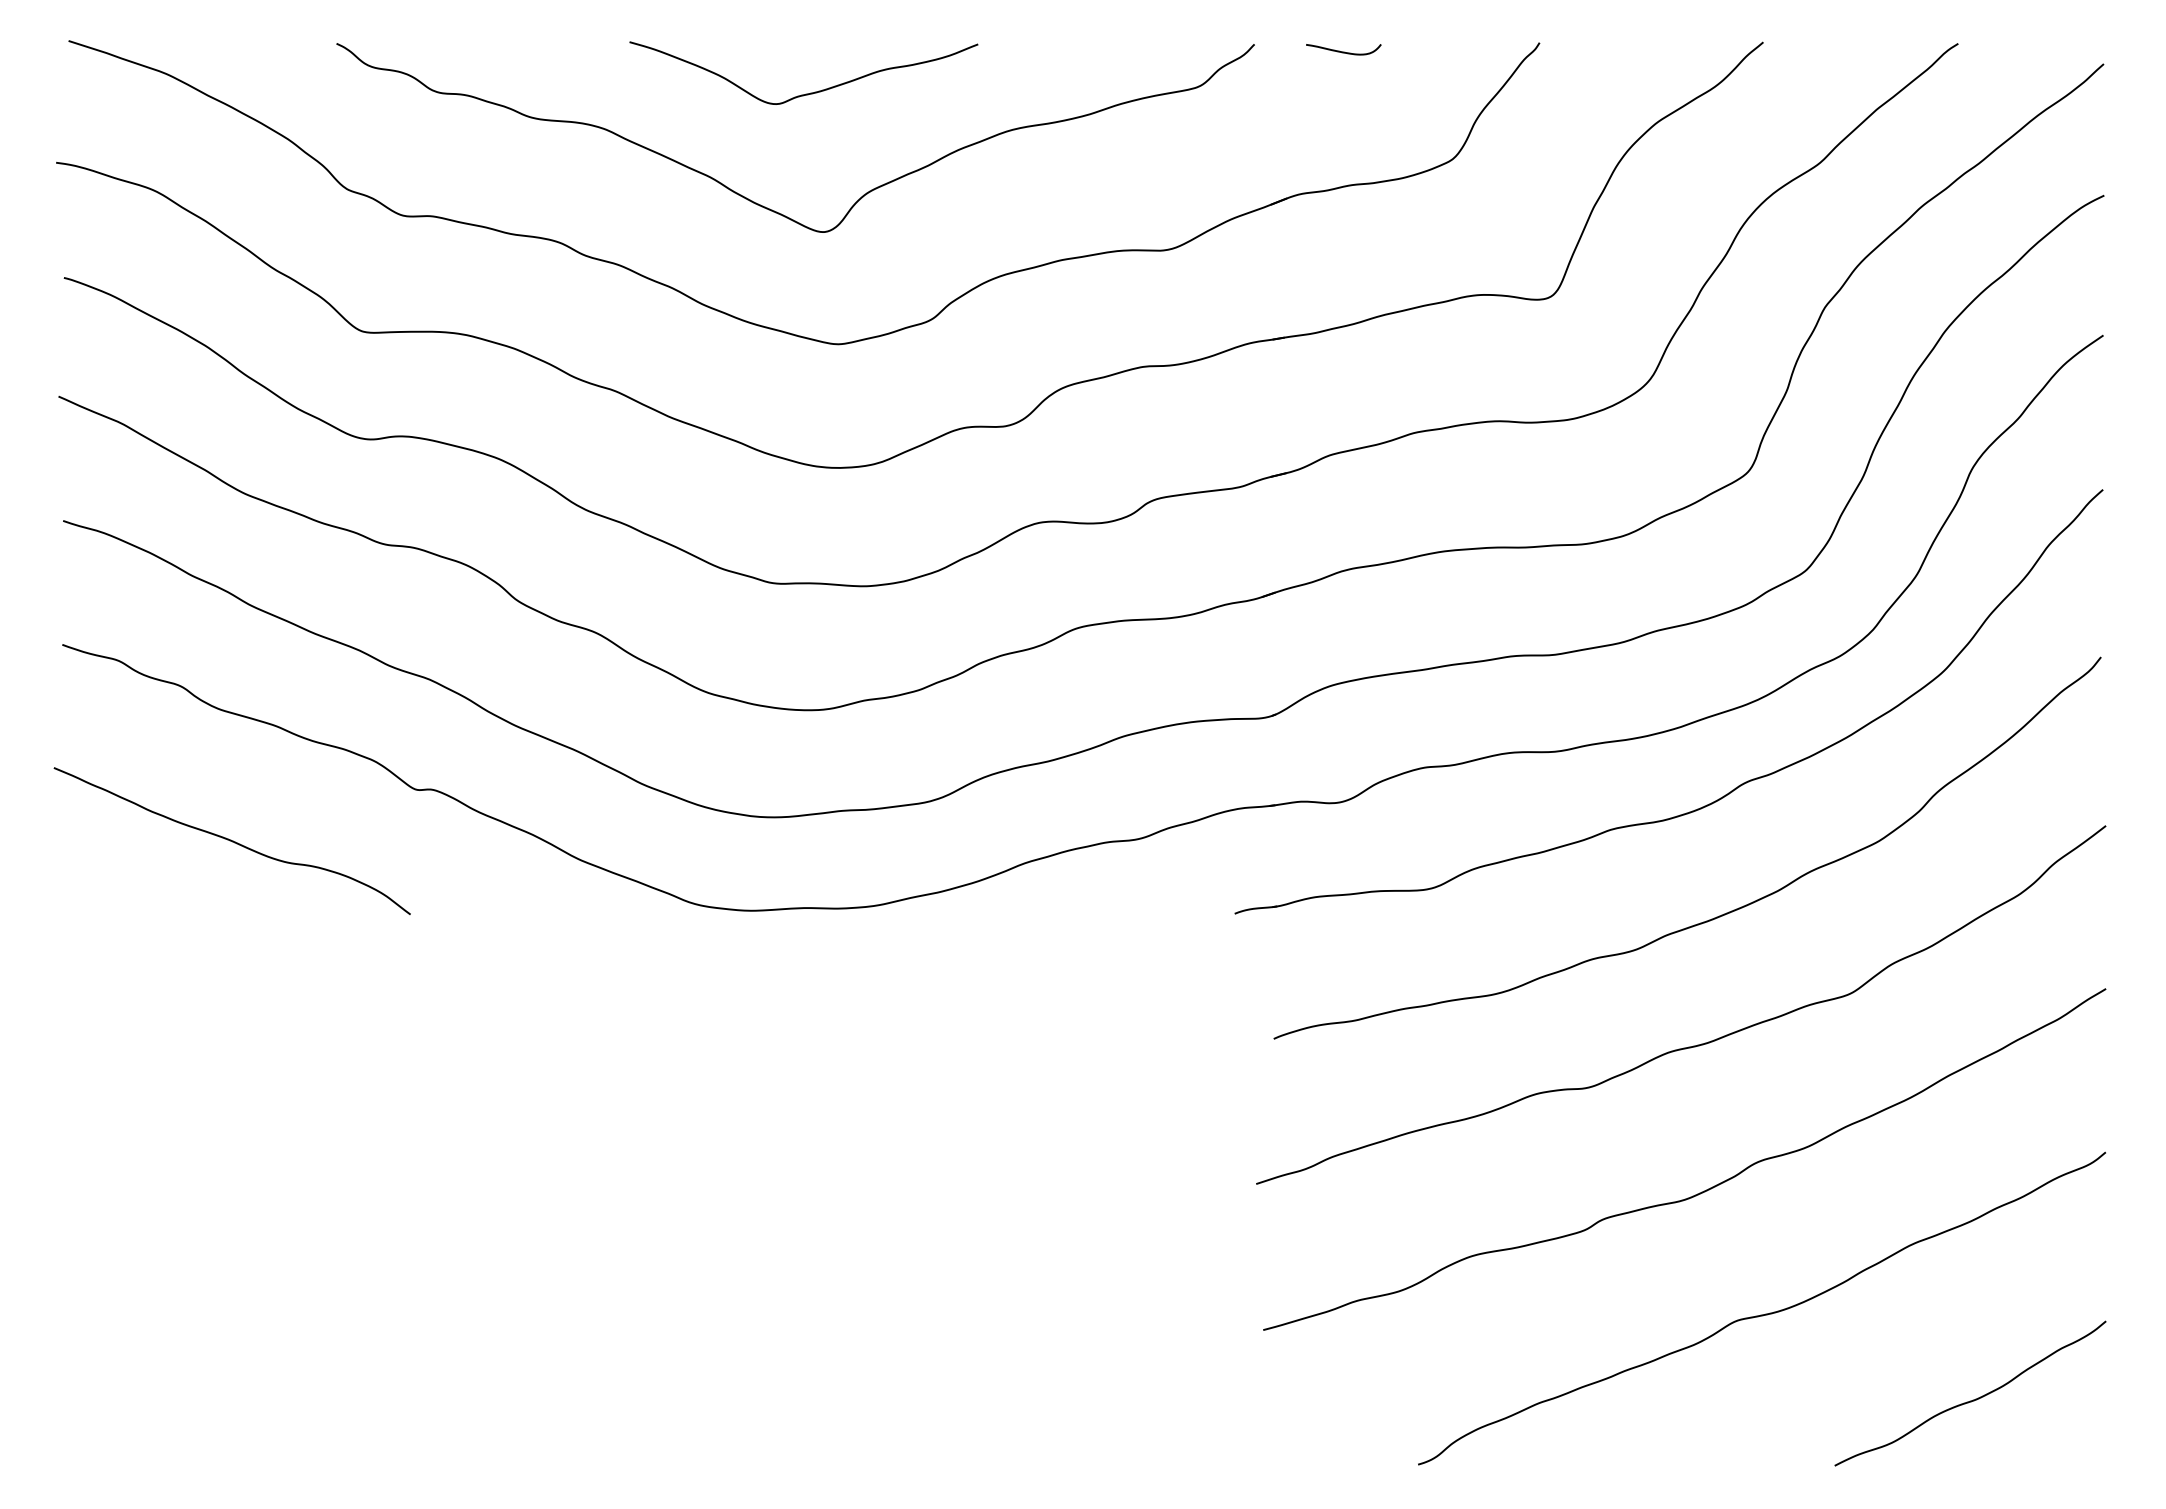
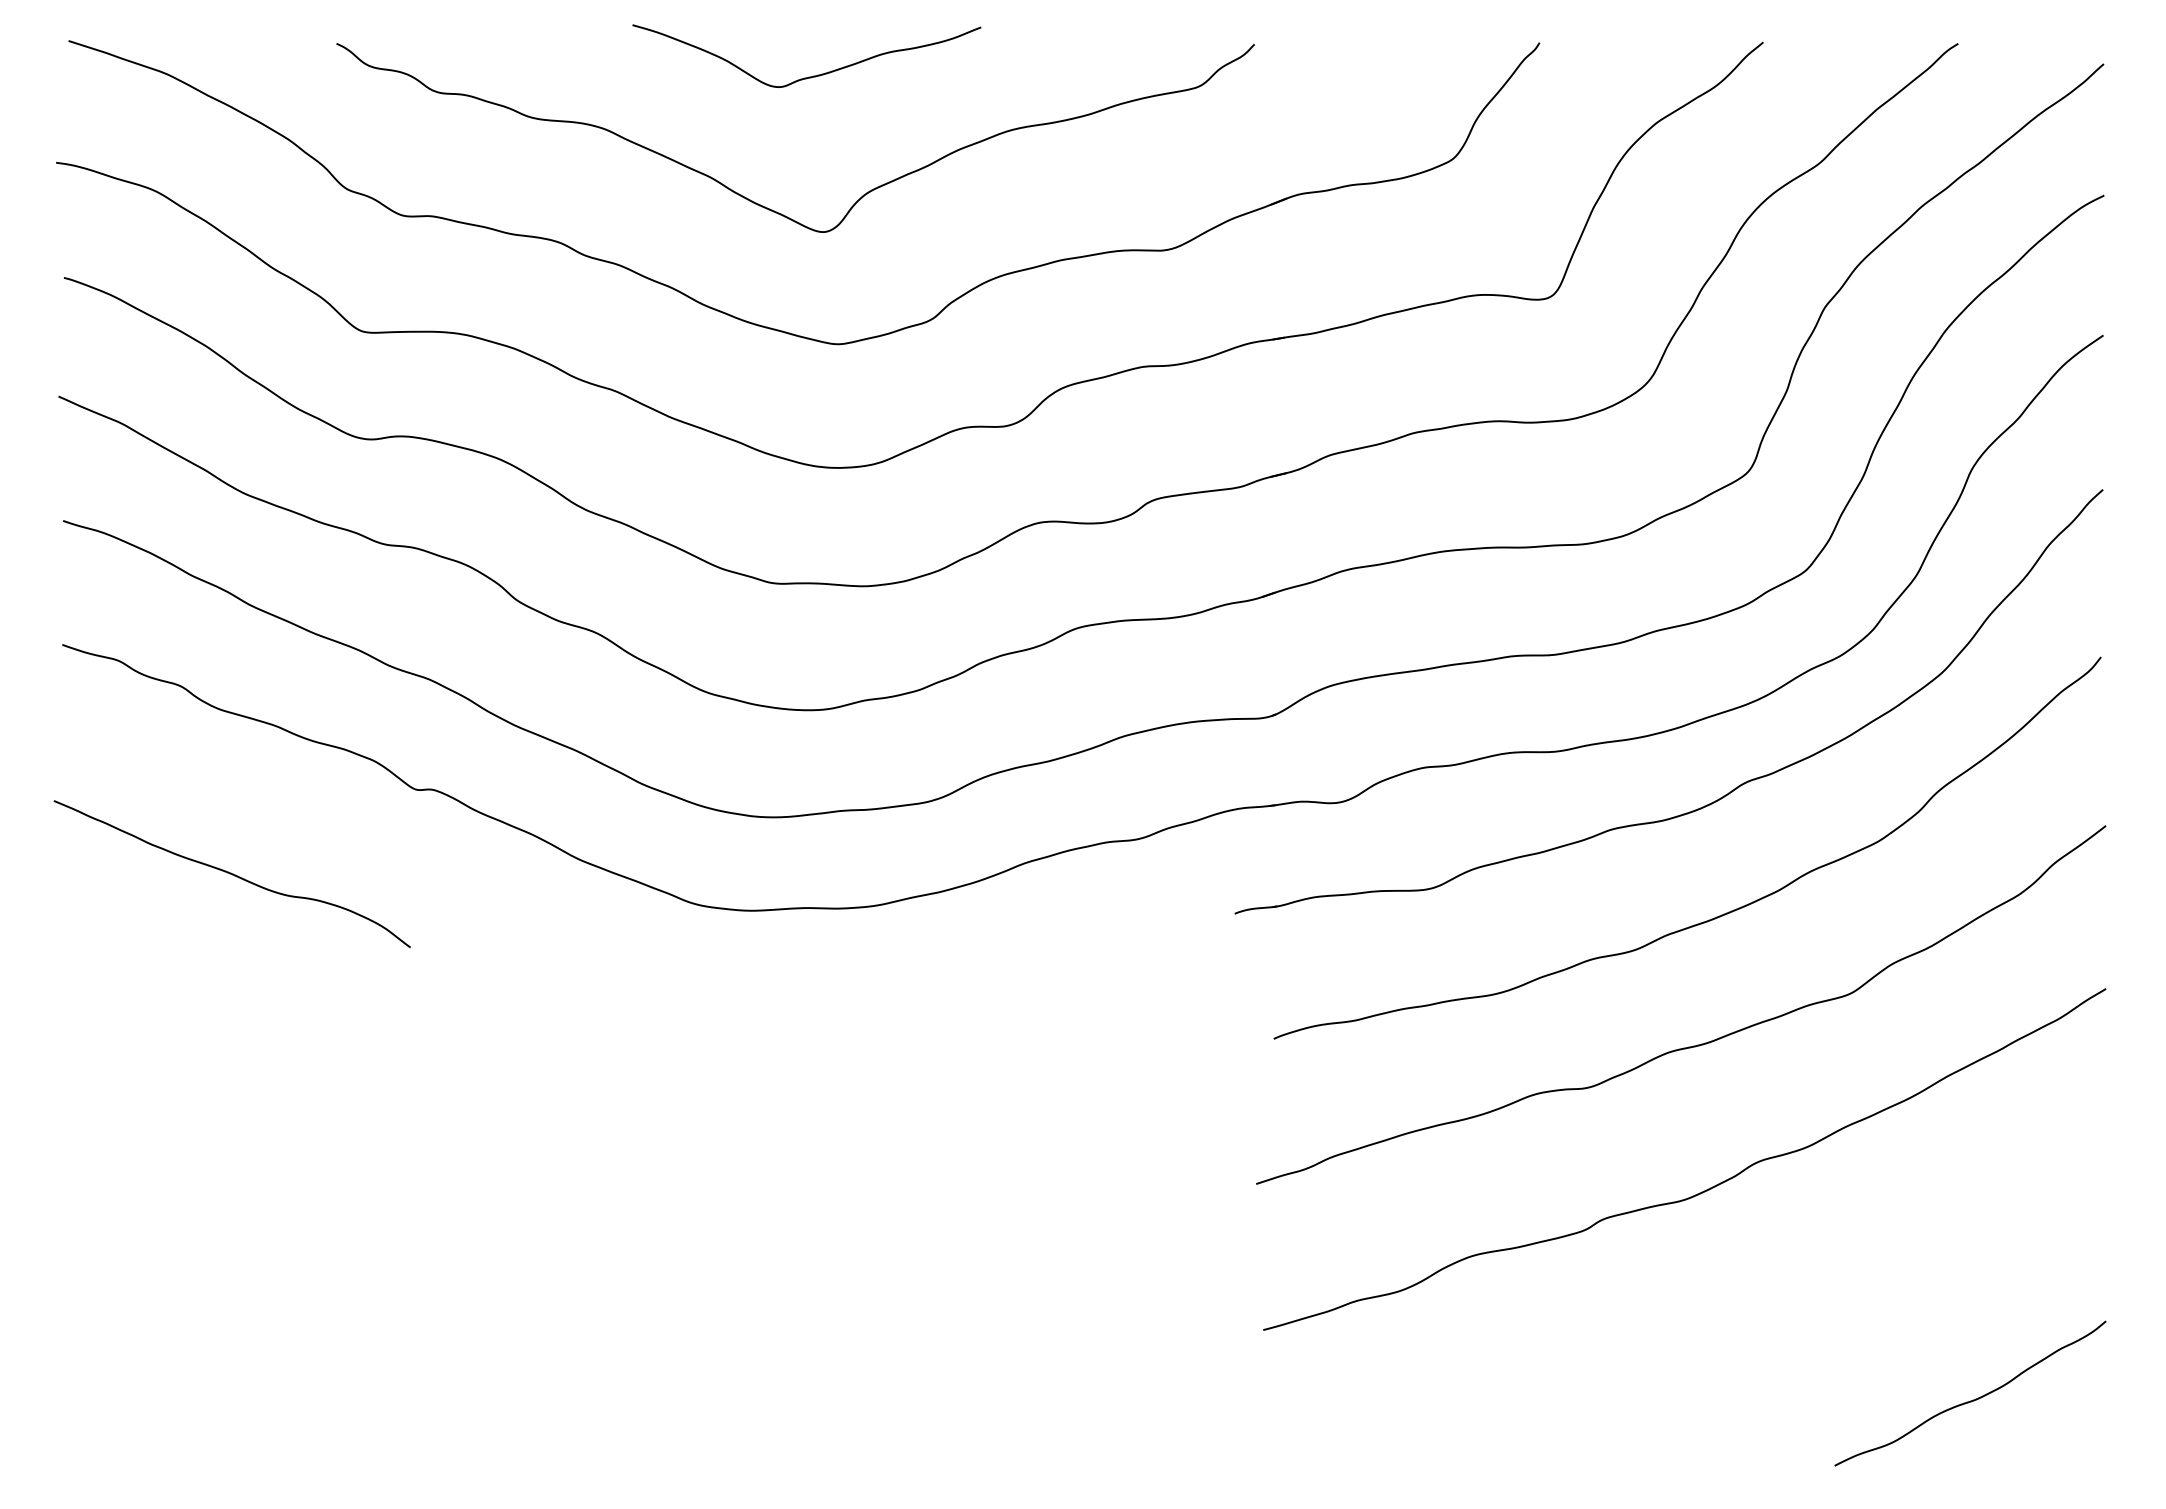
curve at (1343, 51): present -> none
curve at (805, 93) position: (805, 93) -> (808, 76)
curve at (231, 840) position: (231, 840) -> (231, 873)
curve at (1761, 1314): present -> none
